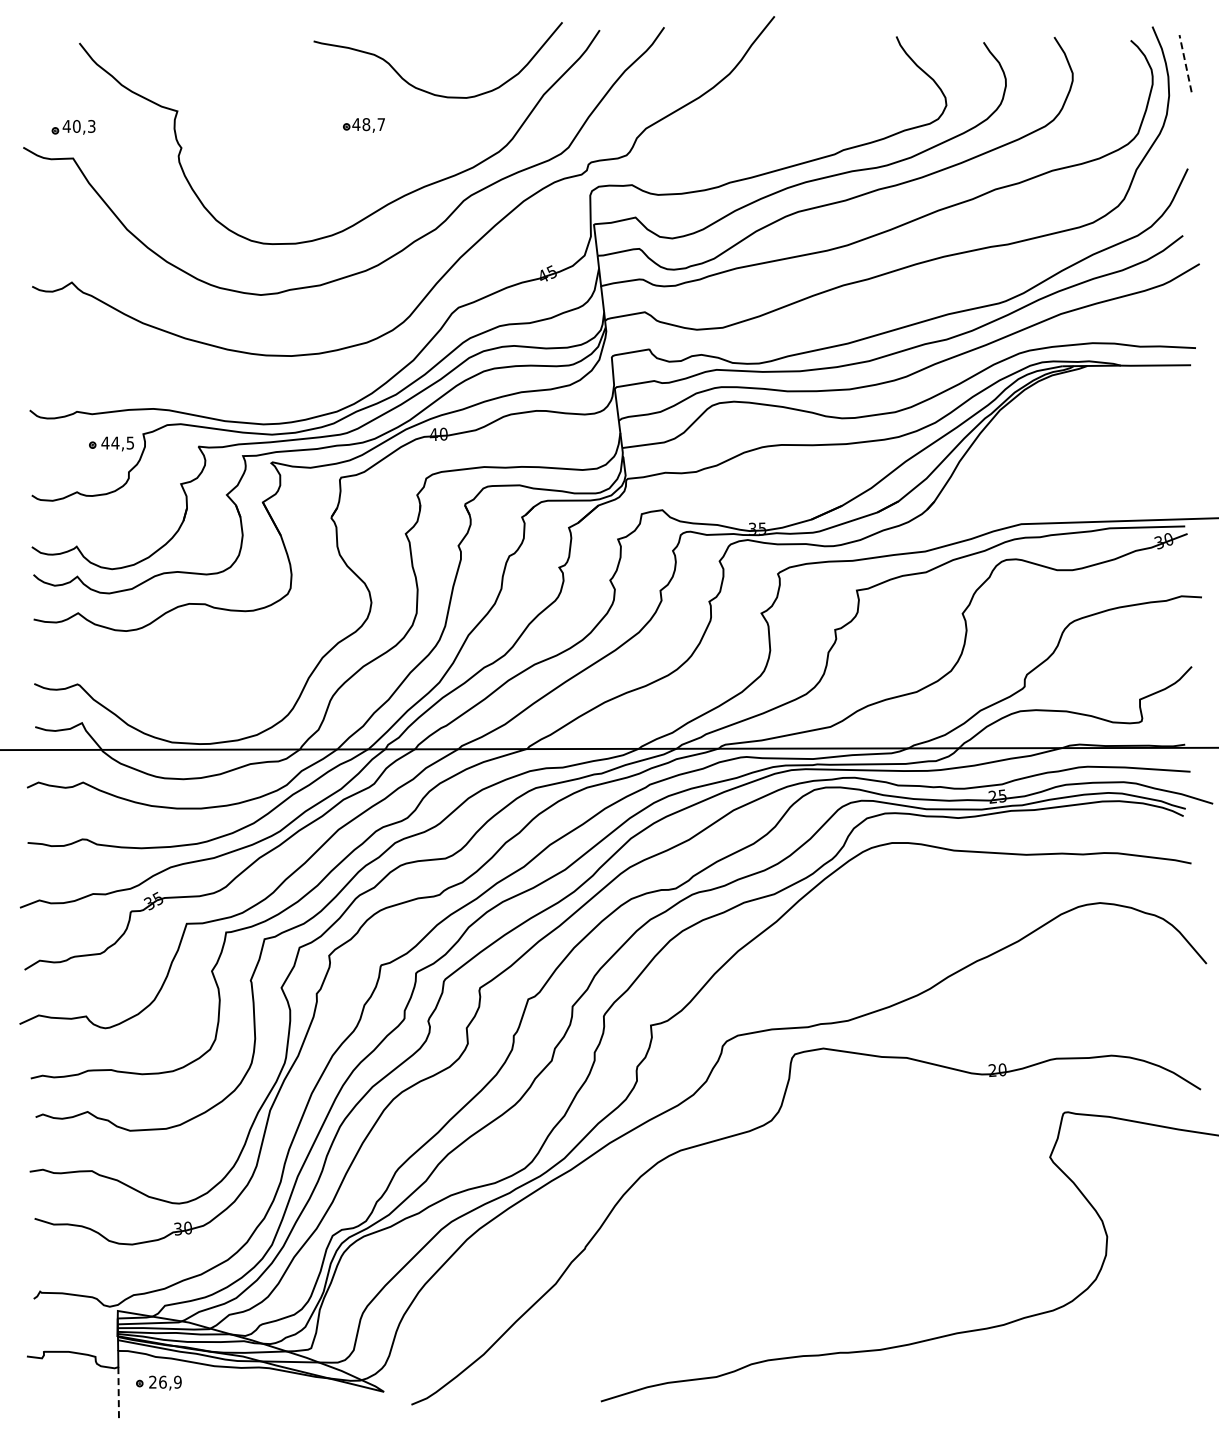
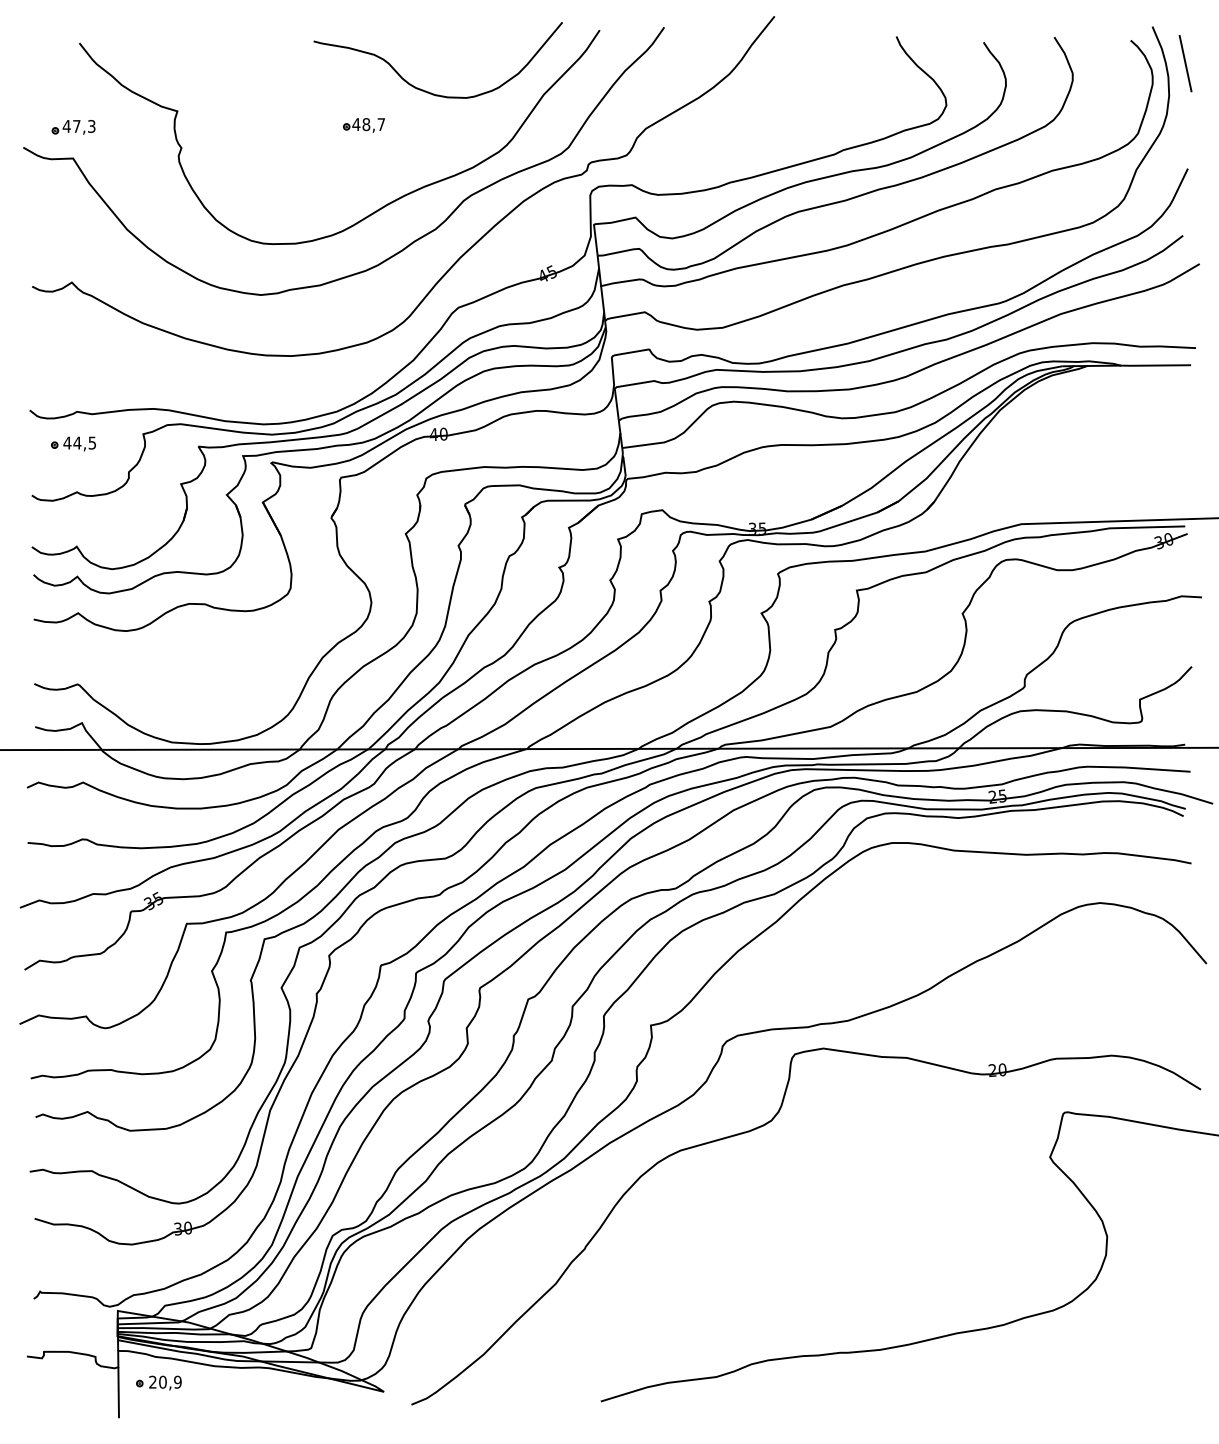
line at (1185, 63): dashed -> solid
text at (76, 126): 40,3 -> 47,3
part at (111, 443) position: (111, 443) -> (73, 443)
text at (162, 1381): 26,9 -> 20,9
line at (118, 1392): dashed -> solid
